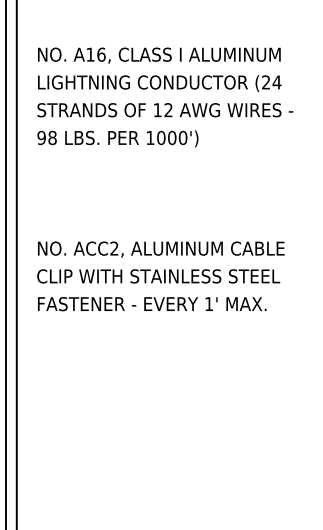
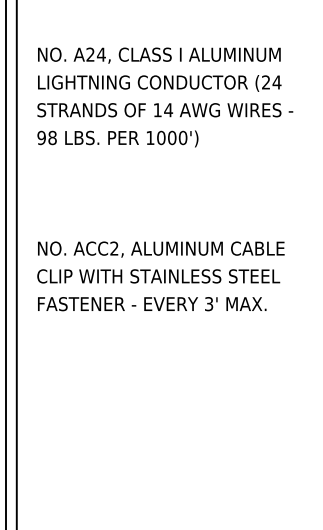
text at (95, 54): A16, -> A24,
text at (168, 110): 12 -> 14
text at (209, 304): 1' -> 3'
